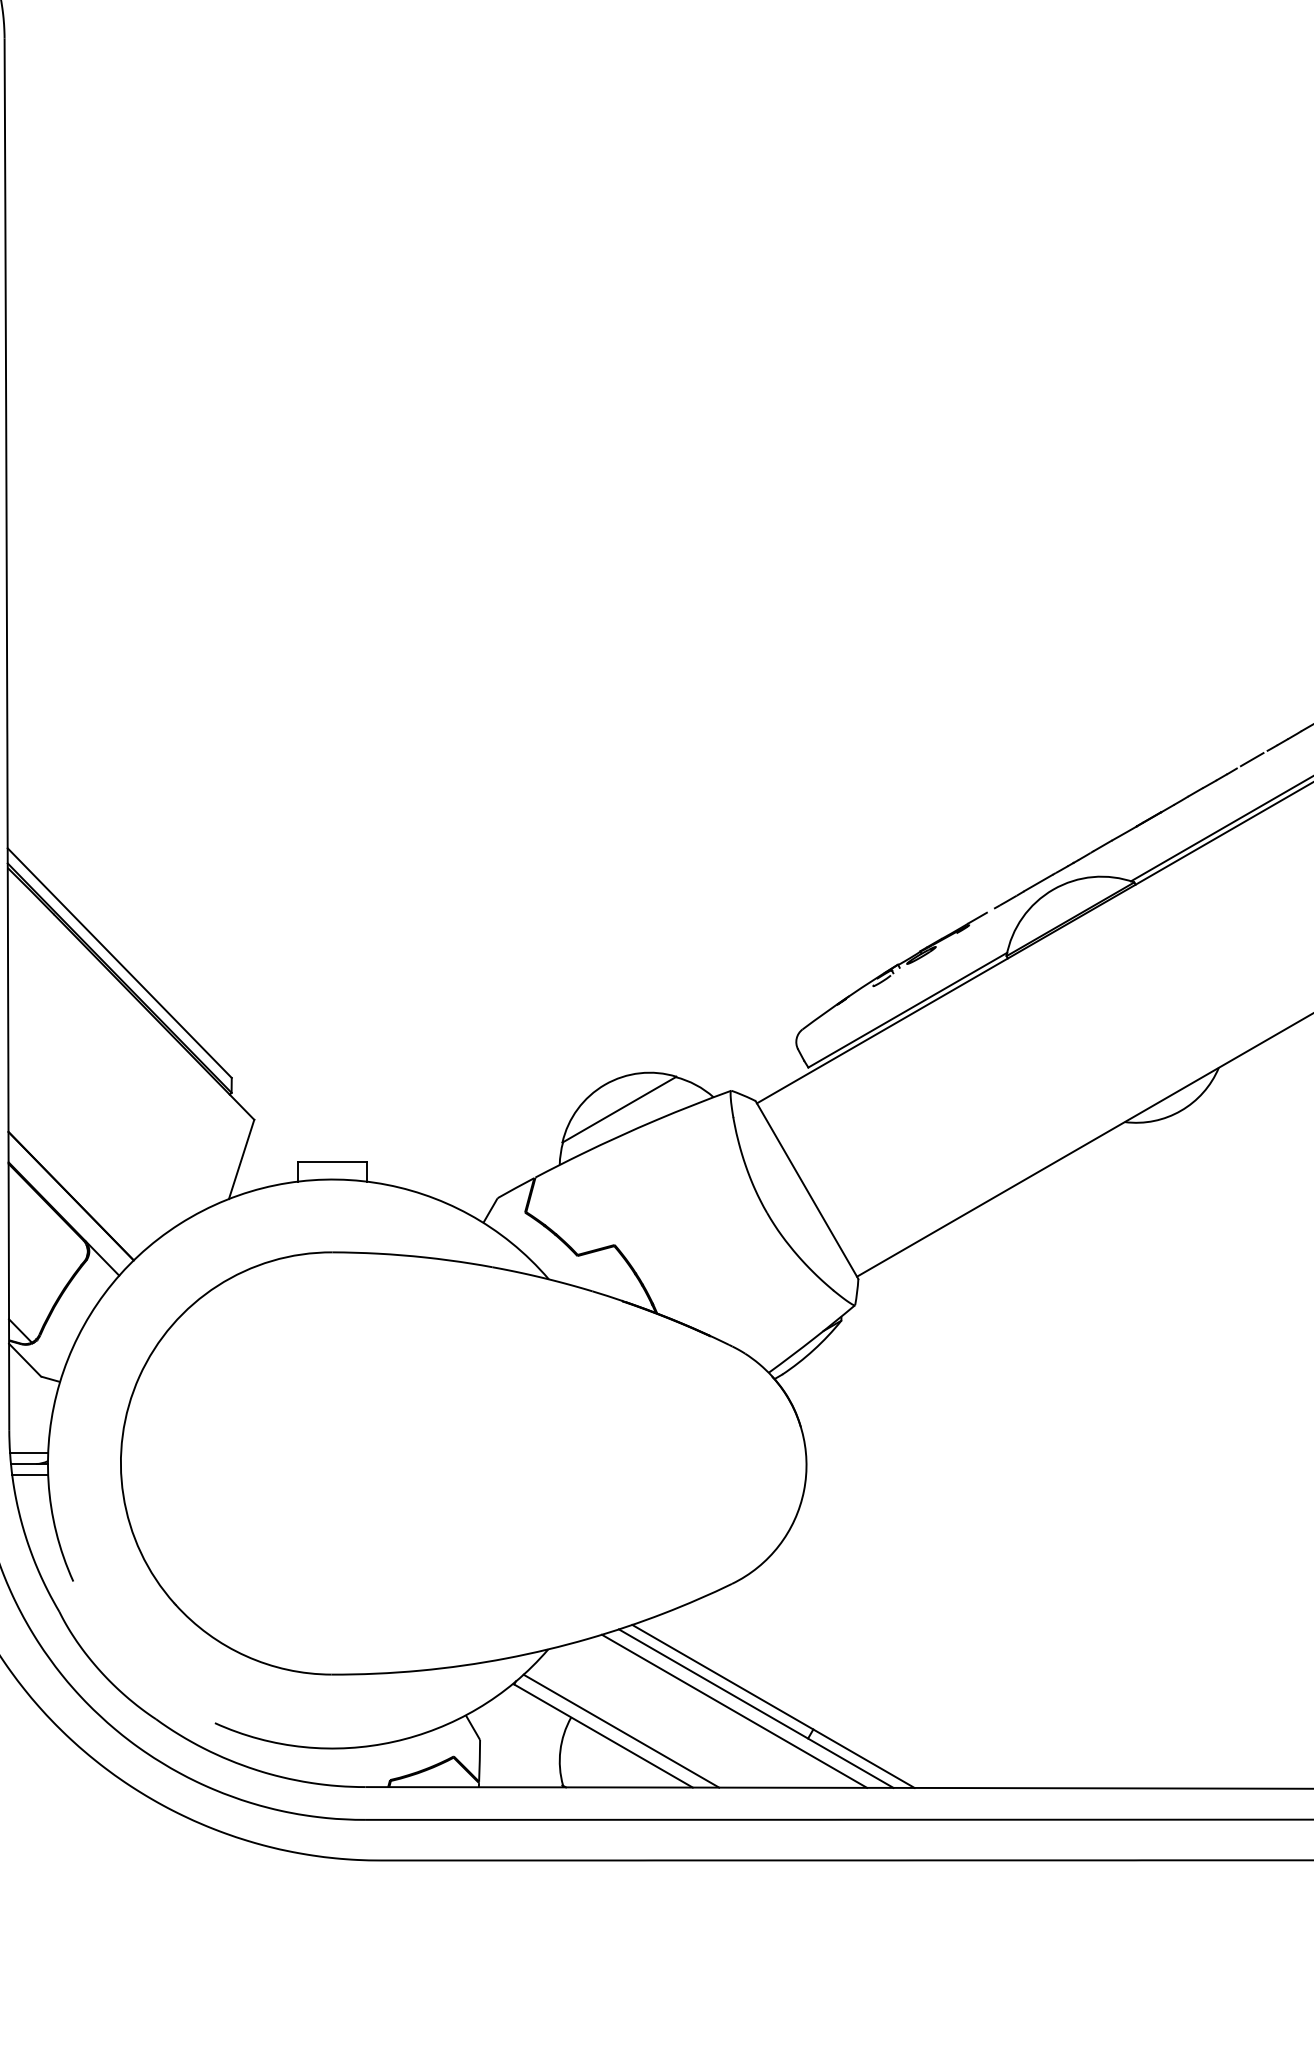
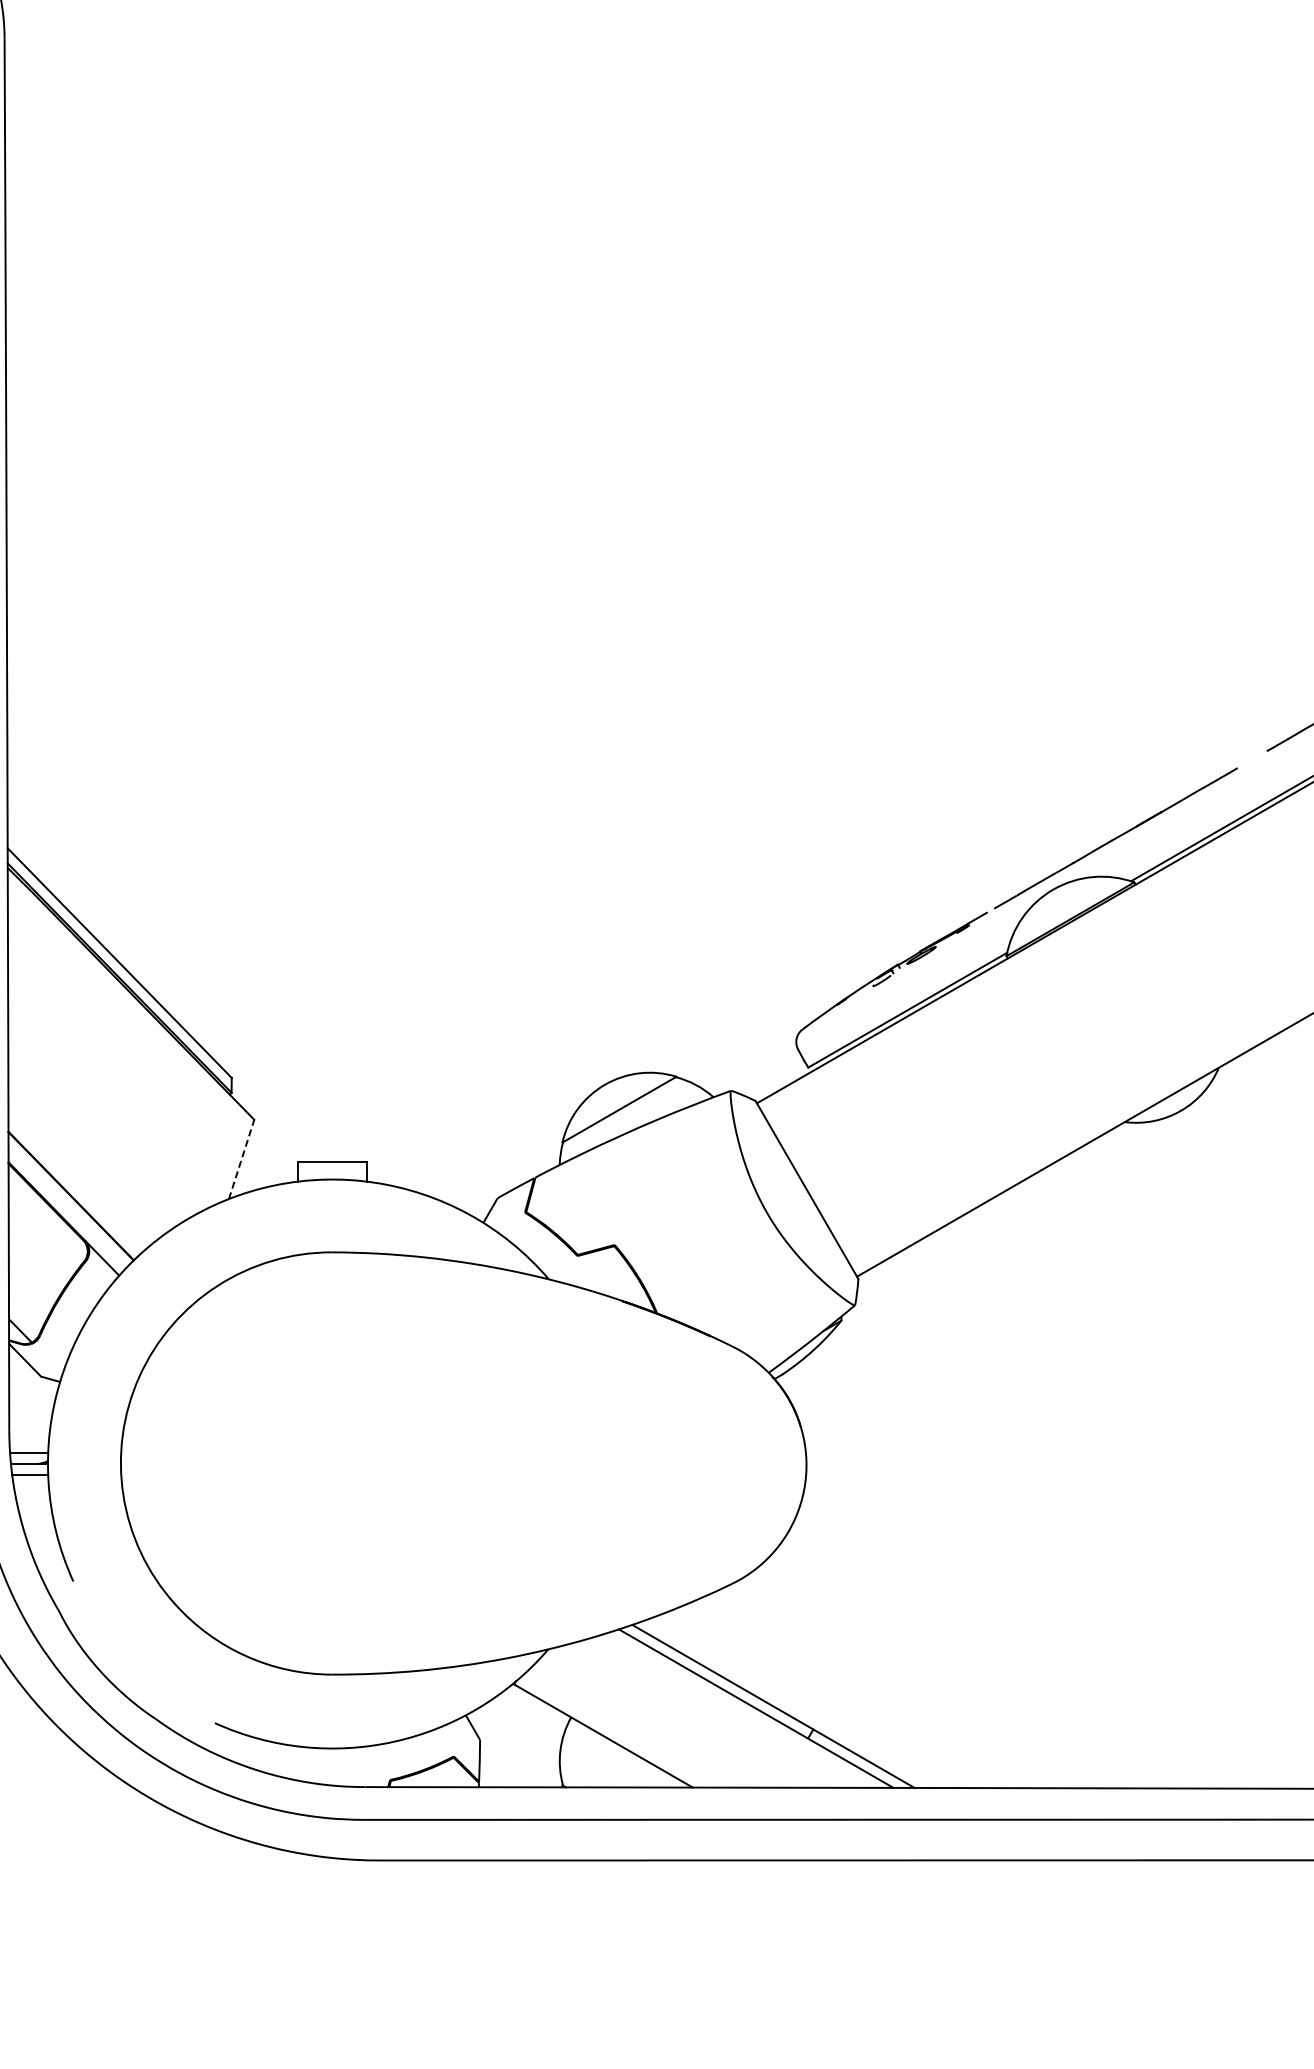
line at (1251, 759): present -> none
line at (241, 1159): solid -> dashed
line at (734, 1710): present -> none
line at (621, 1730): present -> none
